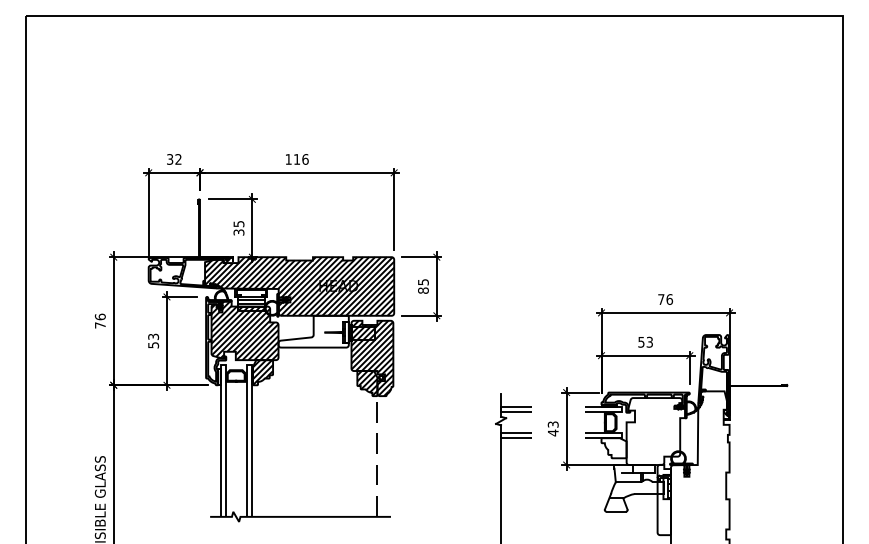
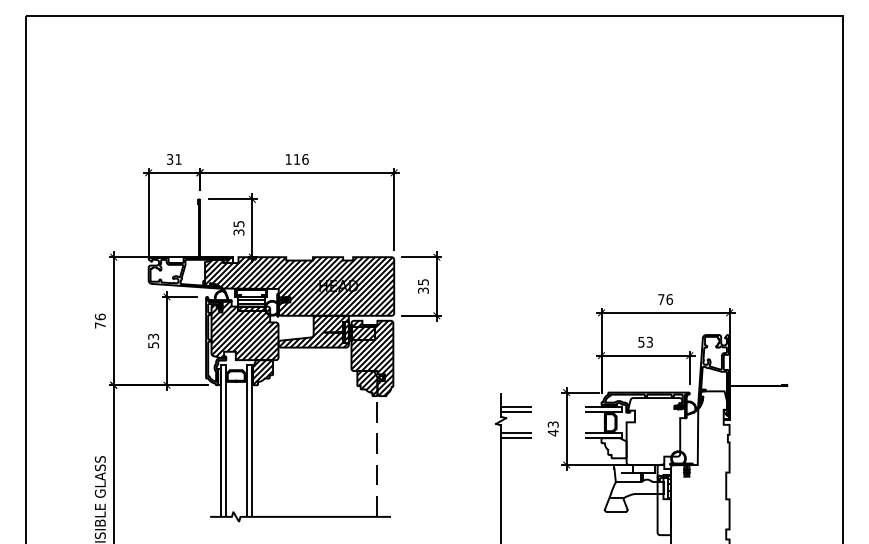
text at (178, 159): 32 -> 31
text at (423, 290): 85 -> 35
hatch at (313, 331): none -> present
